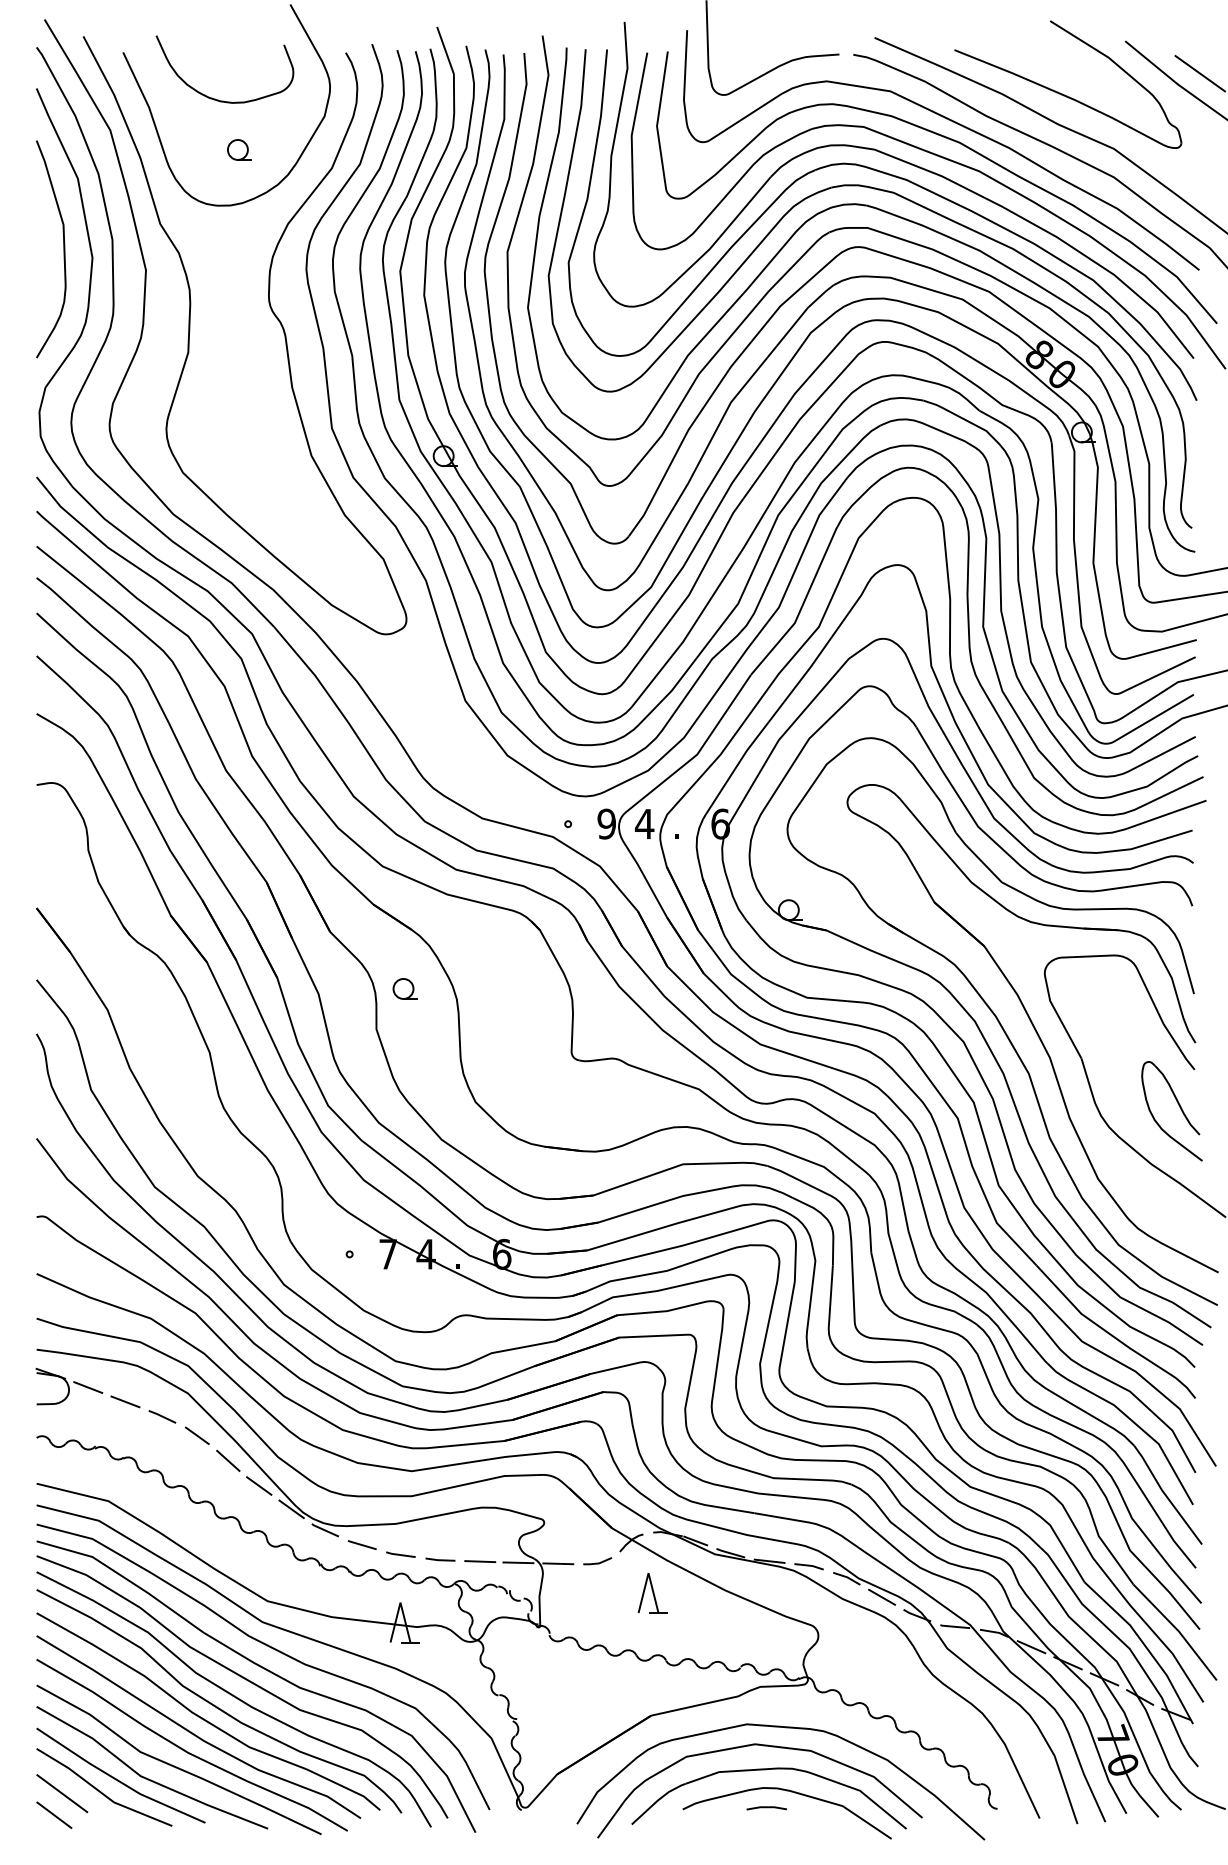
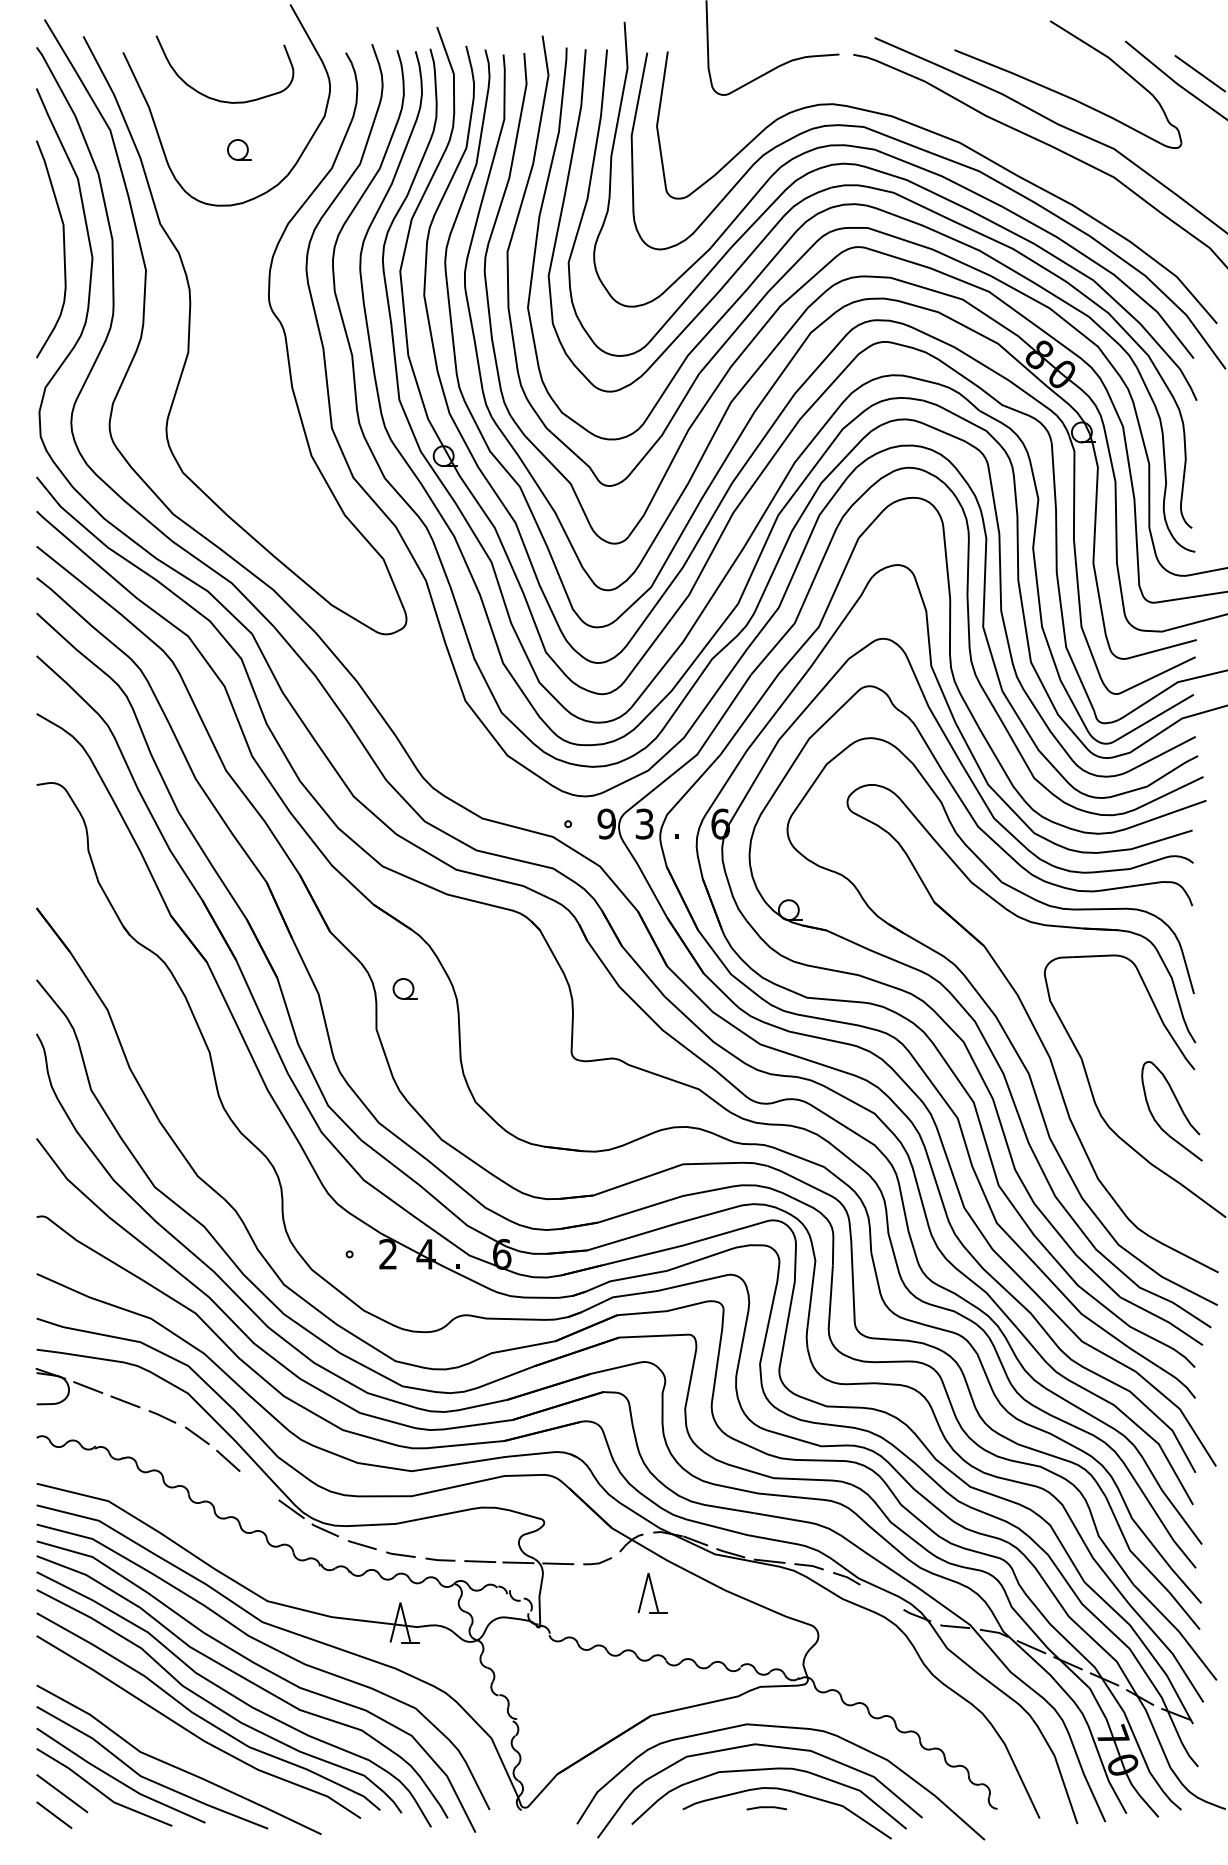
curve at (952, 122): present -> none
text at (644, 823): 4 -> 3
text at (387, 1253): 7 -> 2
line at (259, 1485): present -> none
line at (881, 1596): present -> none
curve at (188, 1751): present -> none
